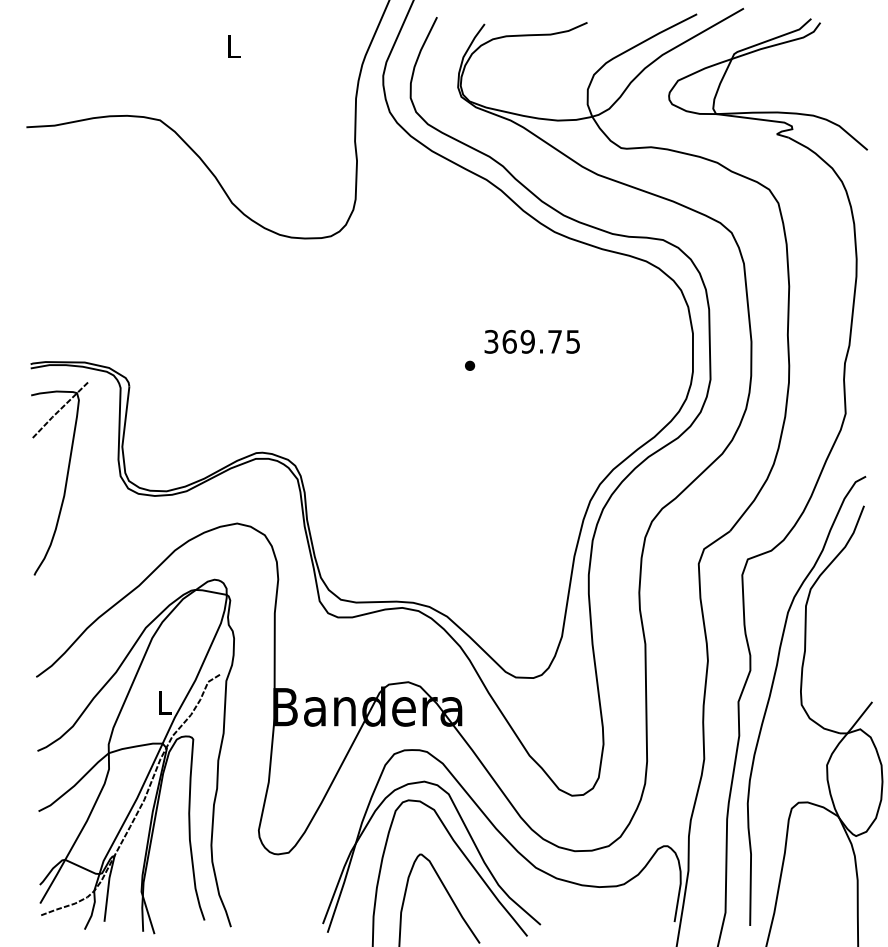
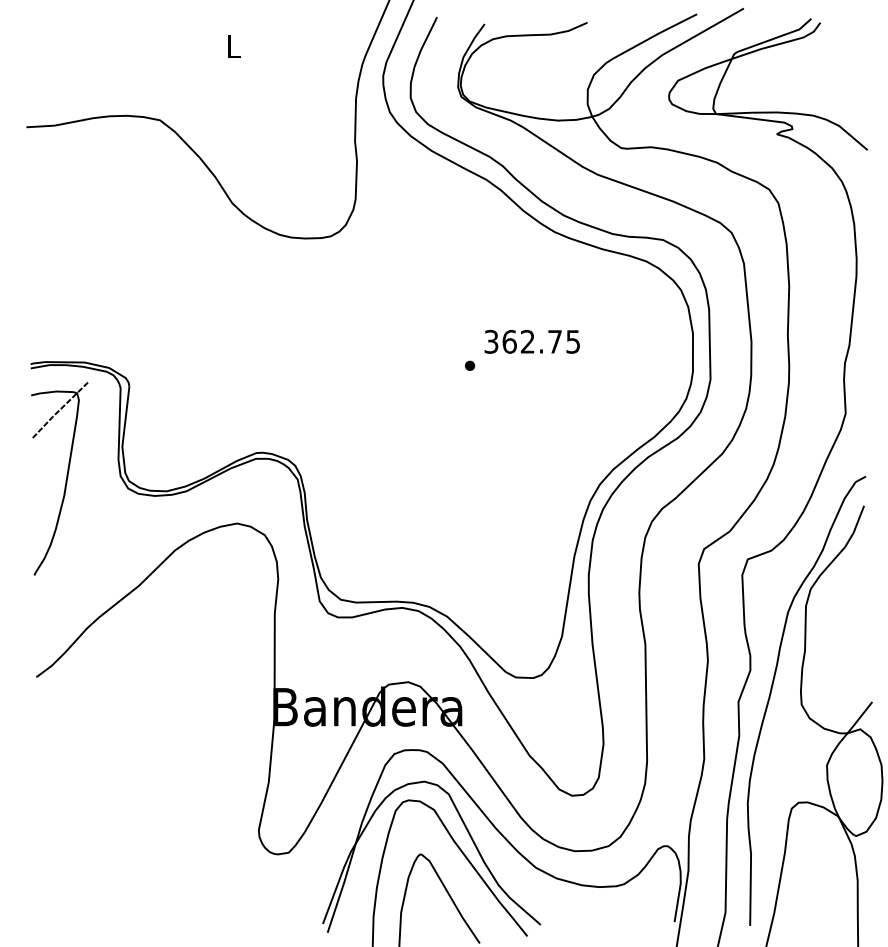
text at (527, 341): 369.75 -> 362.75
part at (135, 756): present -> none
